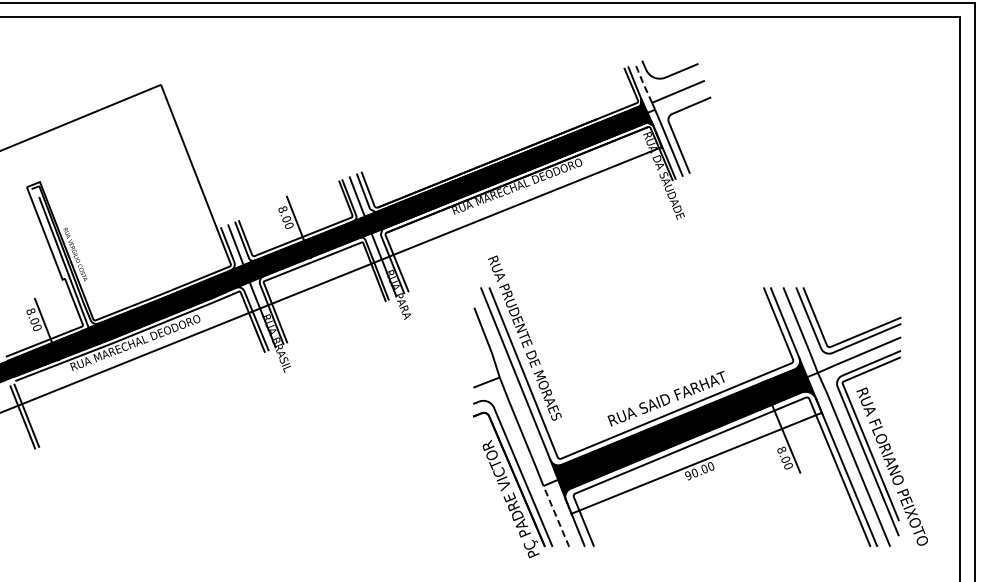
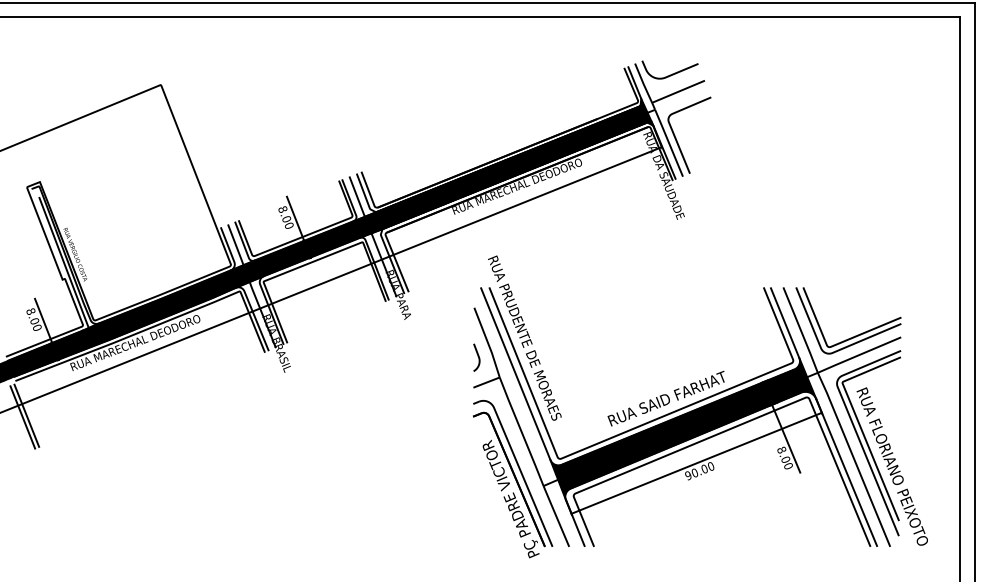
line at (643, 83): dashed -> solid
curve at (477, 356): none -> present
line at (556, 515): dashed -> solid
